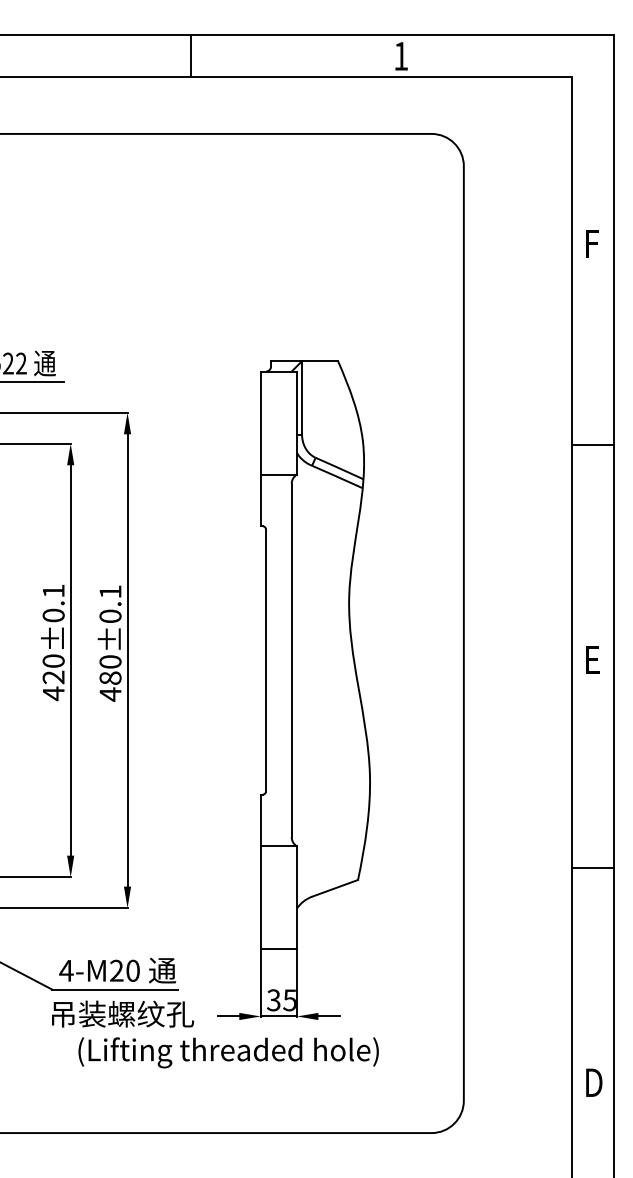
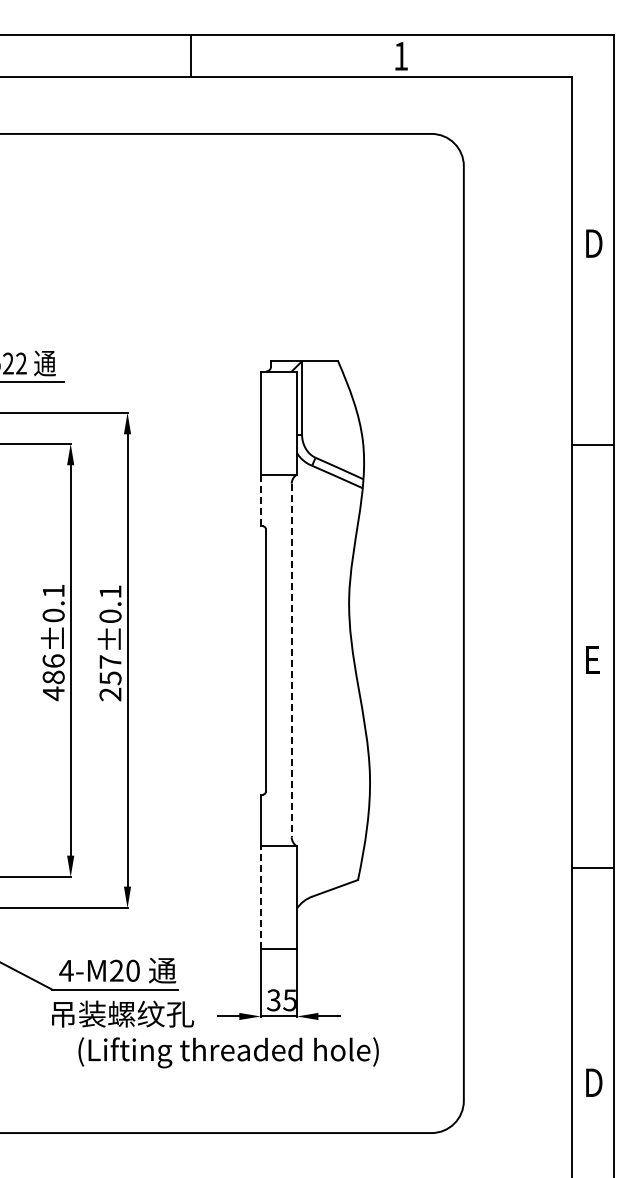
text at (594, 243): F -> D
line at (260, 500): solid -> dashed
line at (291, 660): solid -> dashed
text at (53, 669): 420±0.1 -> 486±0.1
text at (110, 678): 480±0.1 -> 257±0.1
line at (260, 897): solid -> dashed
